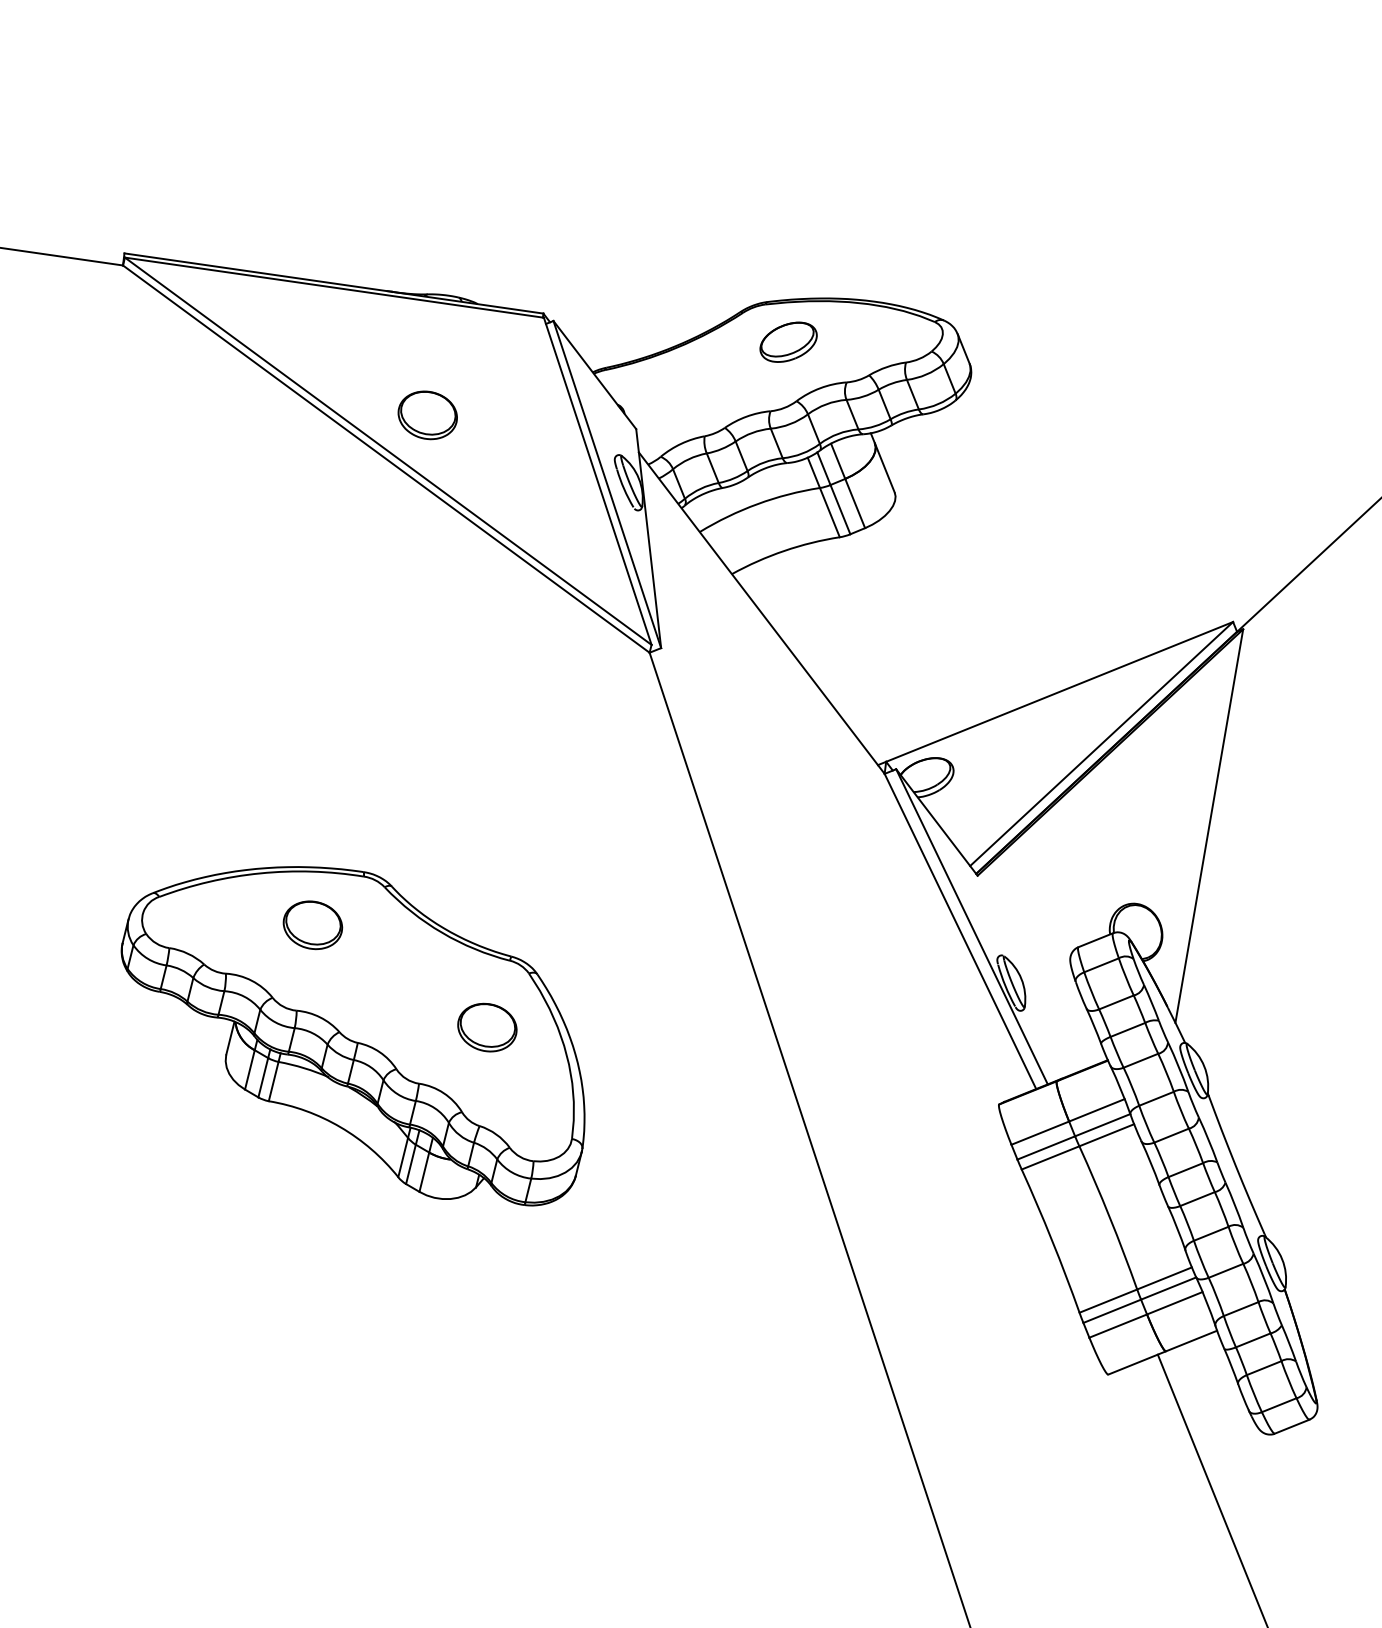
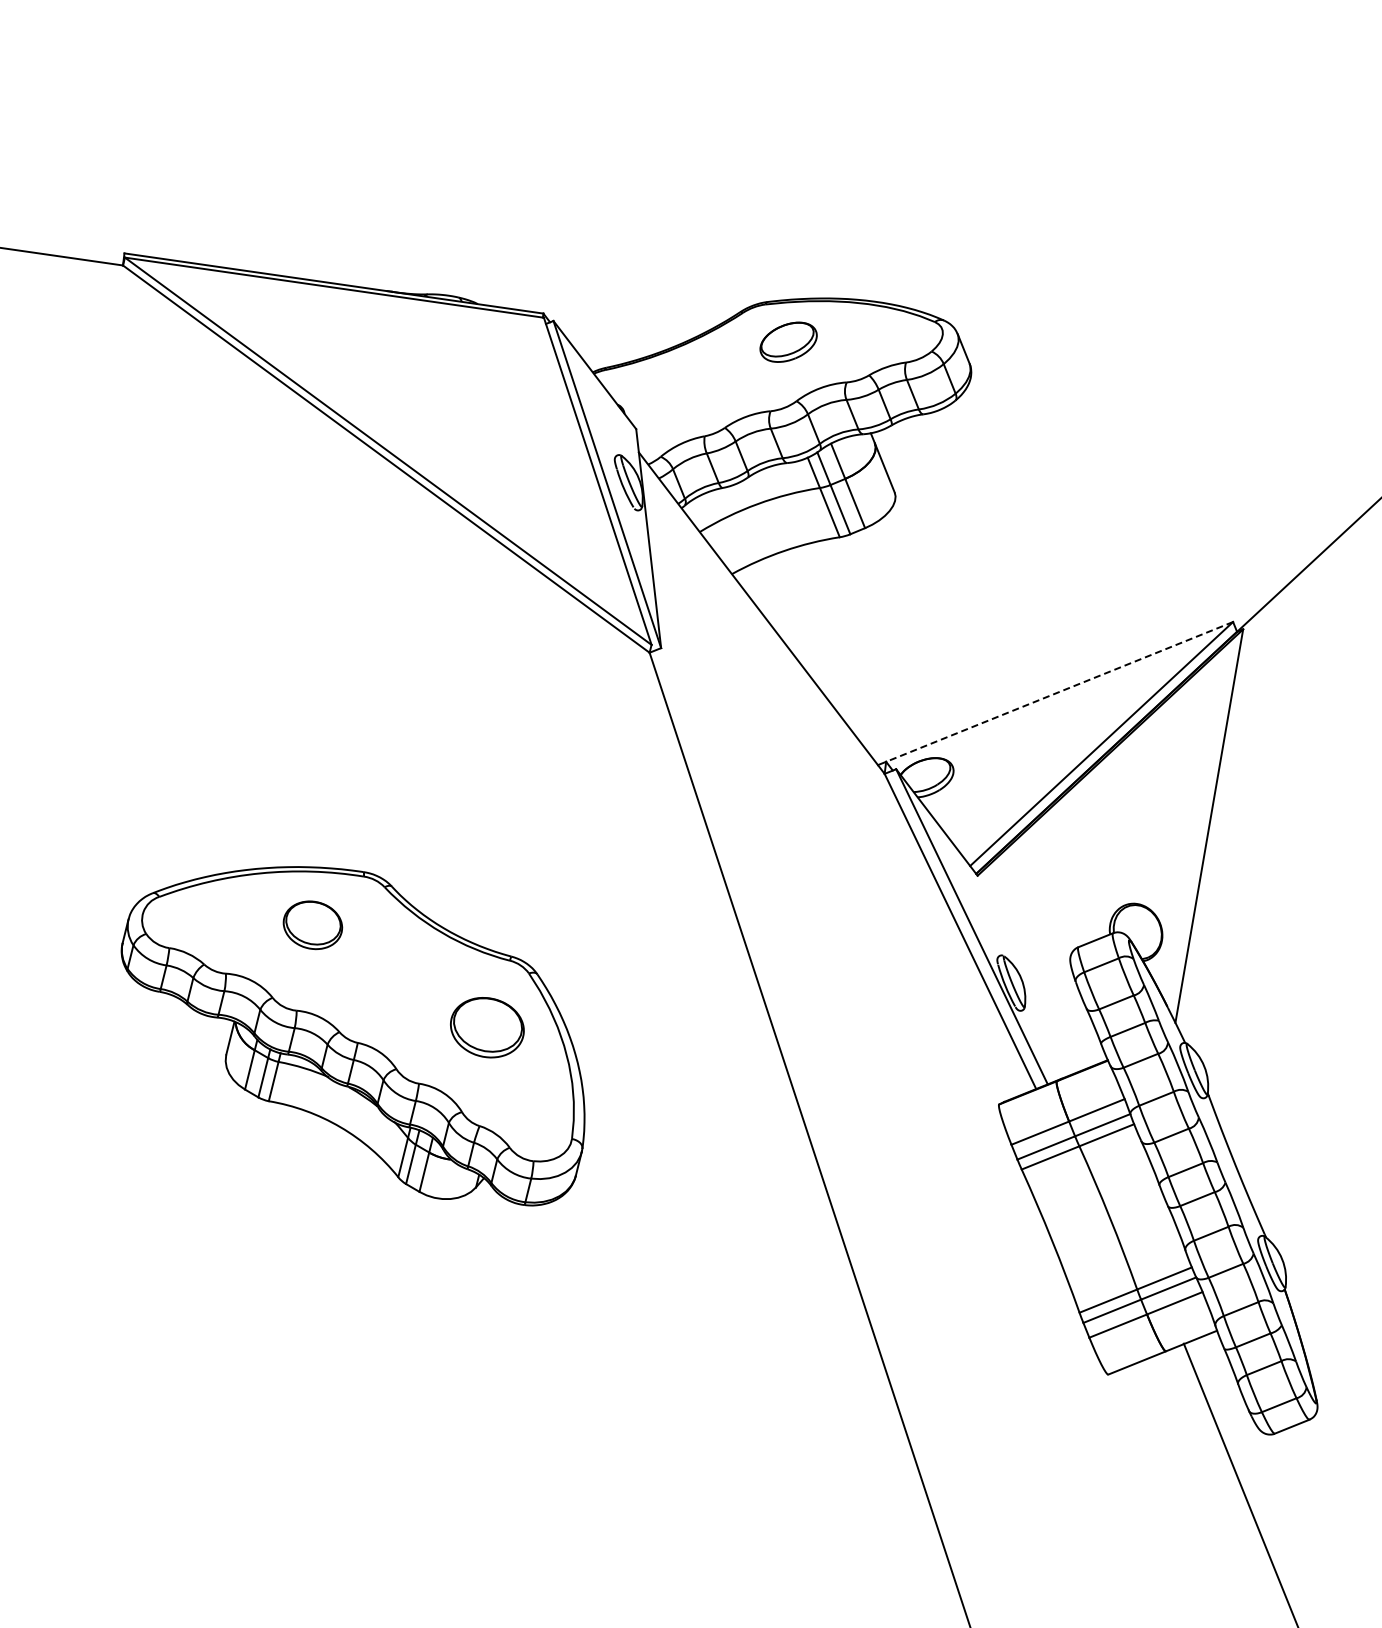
part at (427, 415): present -> none
line at (1059, 692): solid -> dashed
part at (487, 1027) size: 61x51 px -> 75x62 px
line at (1211, 1489) position: (1211, 1489) -> (1240, 1483)
